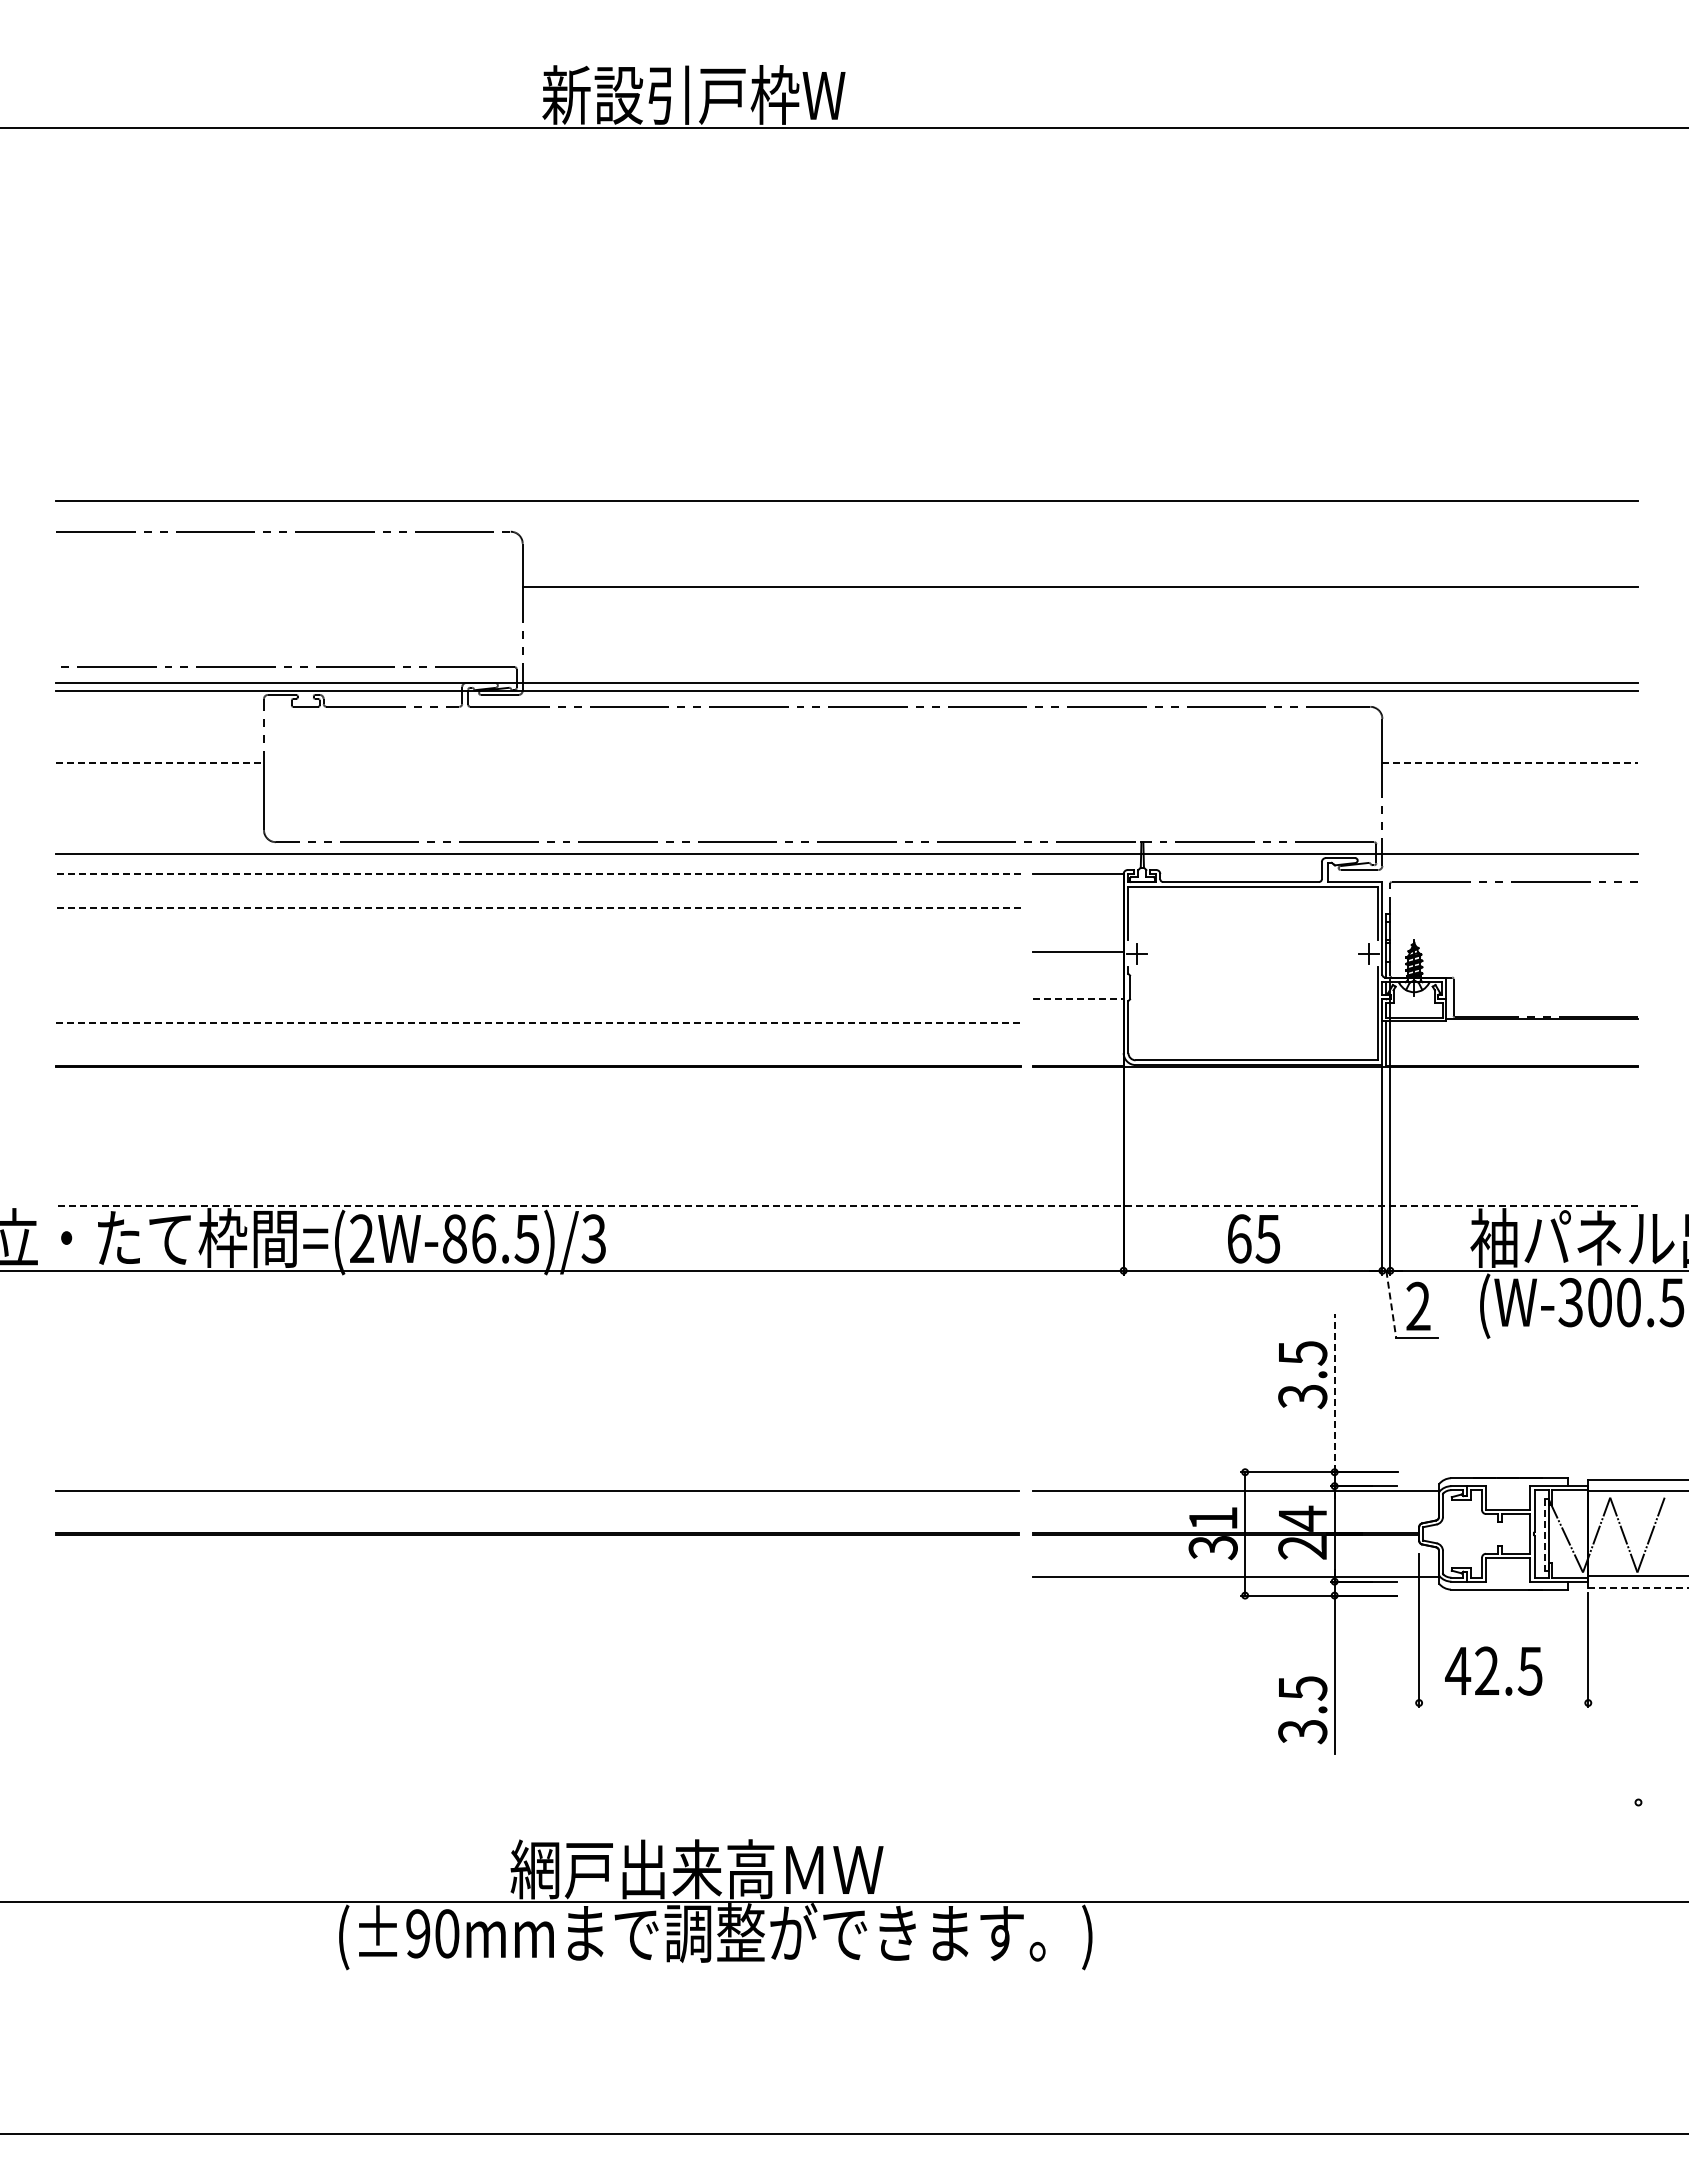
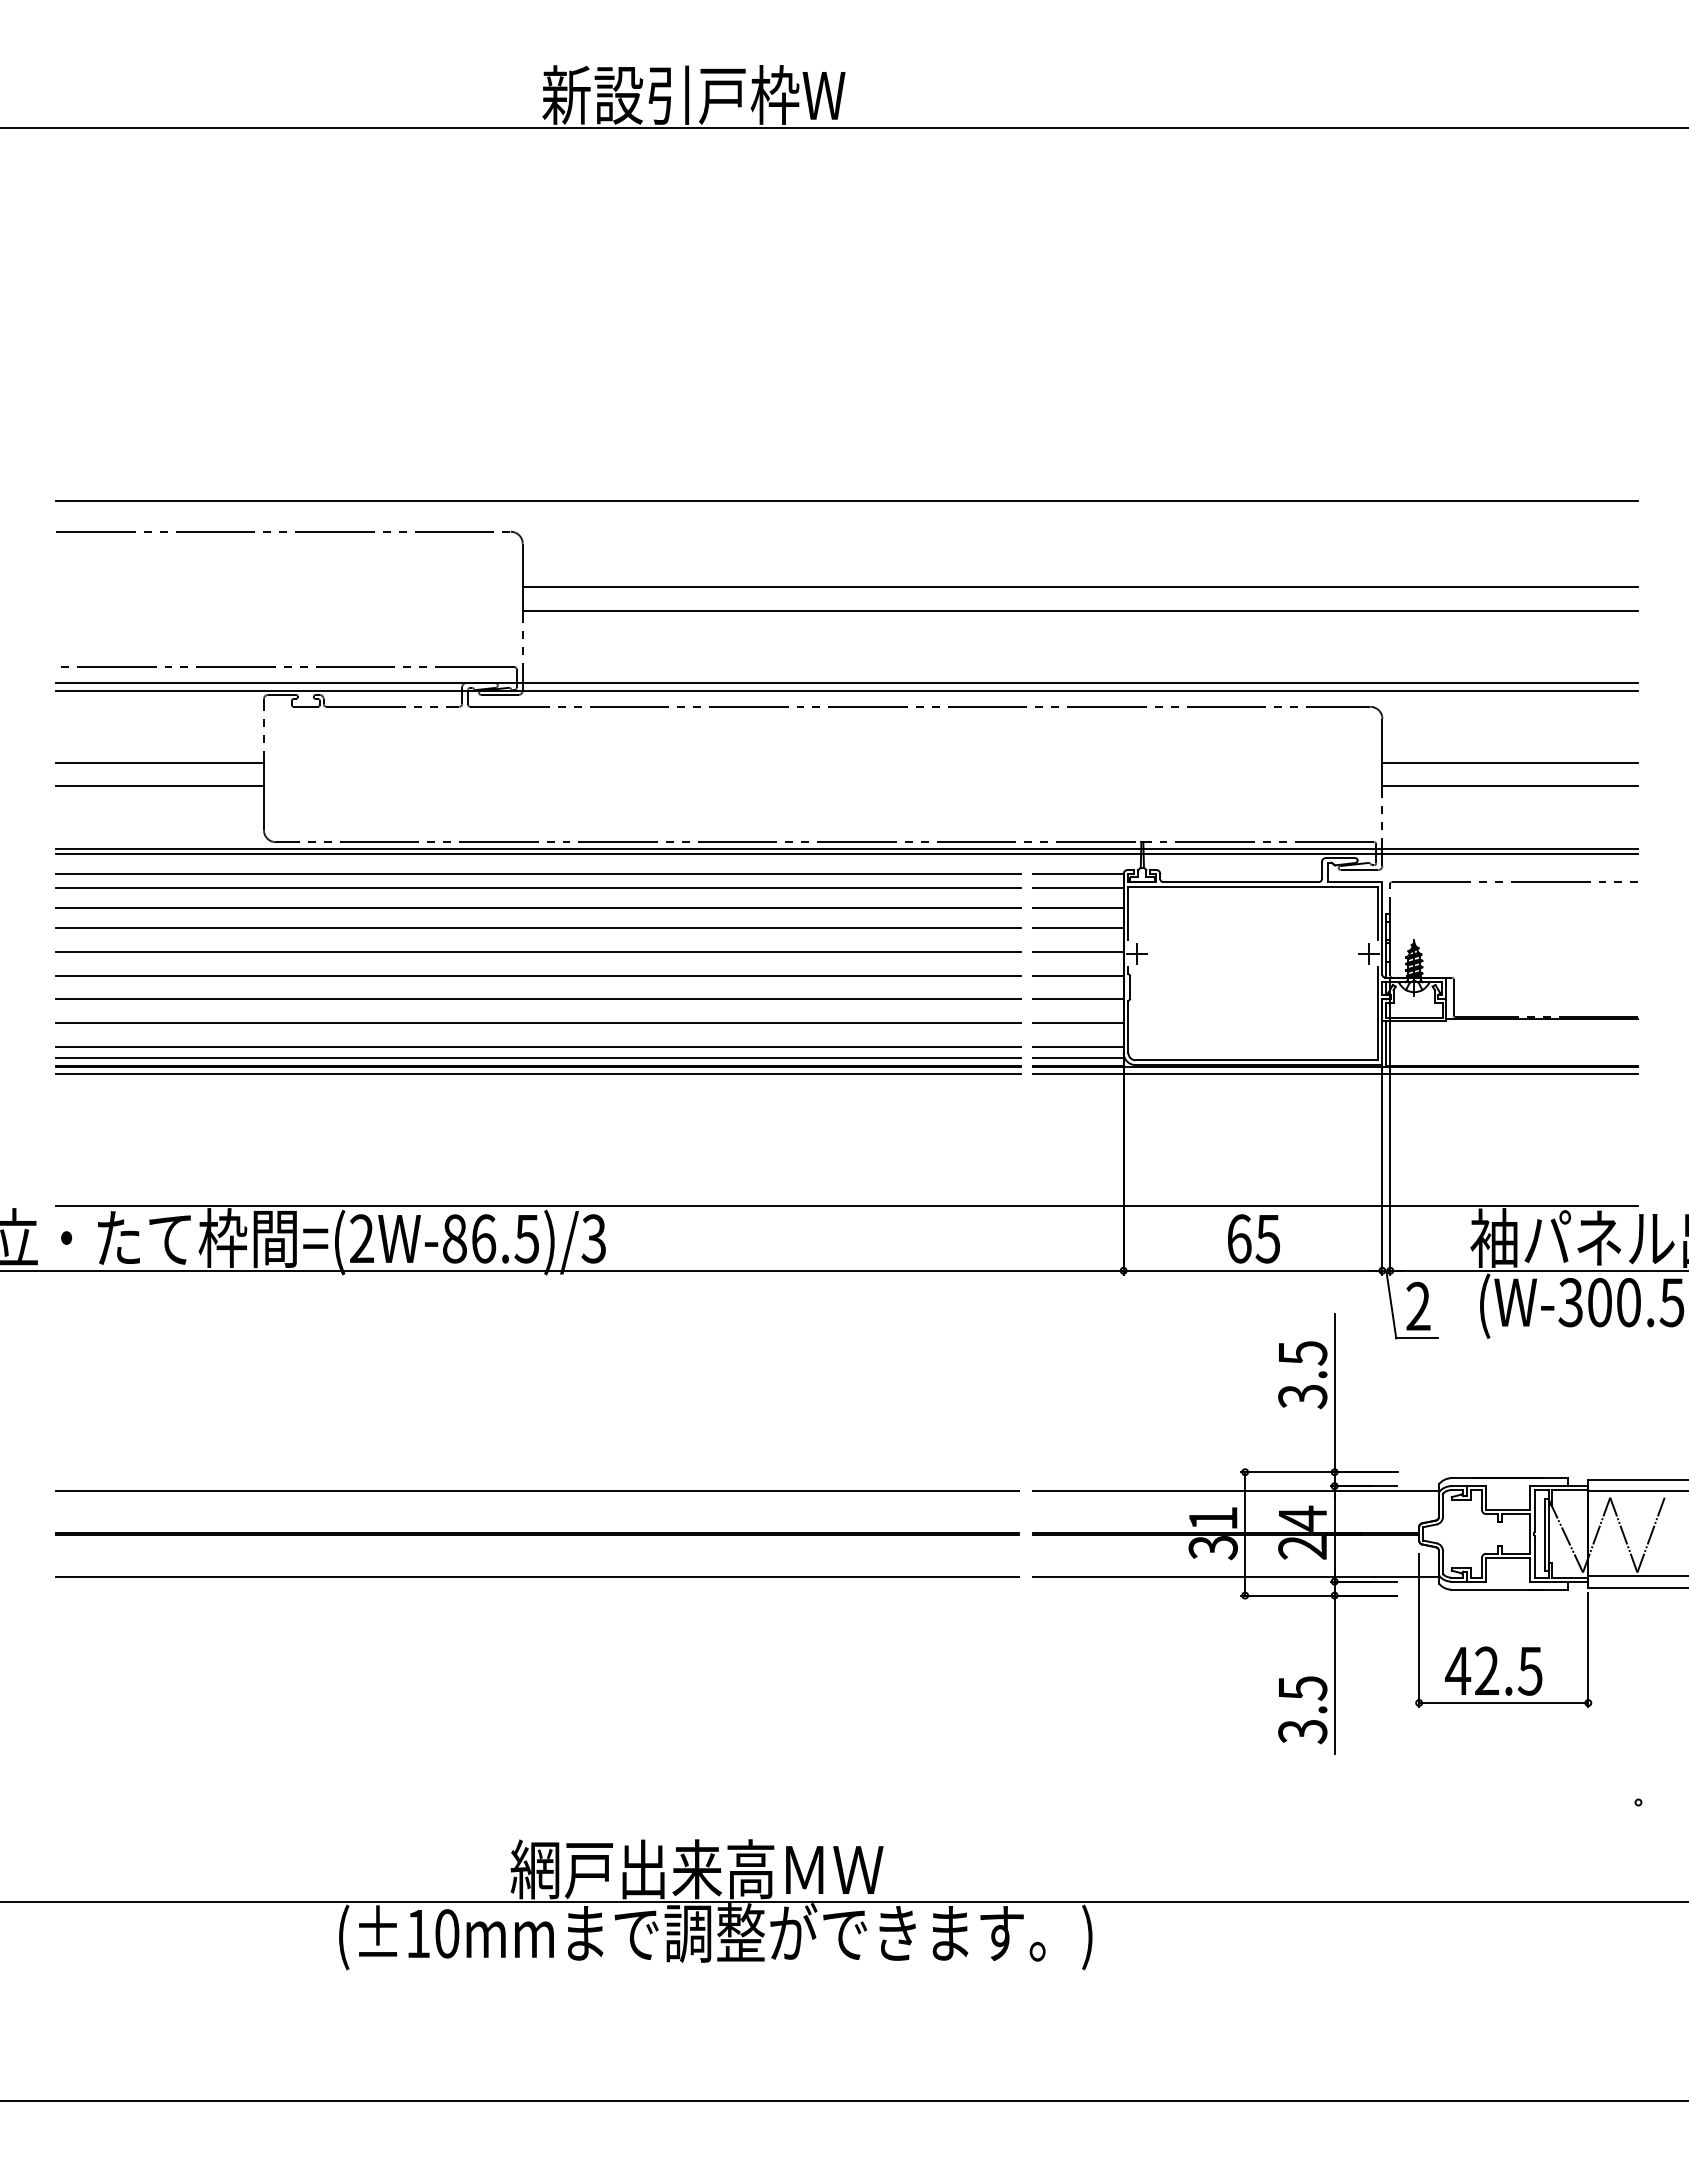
line at (1080, 611): none -> present
line at (160, 762): dashed -> solid
line at (1510, 762): dashed -> solid
line at (160, 786): none -> present
line at (1510, 786): none -> present
line at (847, 849): none -> present
line at (538, 874): dashed -> solid
line at (538, 887): none -> present
line at (1078, 887): none -> present
line at (538, 907): dashed -> solid
line at (1078, 907): none -> present
line at (538, 927): none -> present
line at (1078, 927): none -> present
line at (538, 951): none -> present
line at (538, 975): none -> present
line at (1078, 975): none -> present
line at (538, 999): none -> present
line at (1079, 999): dashed -> solid
line at (539, 1023): dashed -> solid
line at (1078, 1023): none -> present
line at (538, 1047): none -> present
line at (1078, 1047): none -> present
line at (538, 1058): none -> present
line at (1078, 1058): none -> present
line at (538, 1074): none -> present
line at (1335, 1074): none -> present
line at (847, 1205): dashed -> solid
line at (1391, 1305): dashed -> solid
line at (1334, 1392): dashed -> solid
line at (1544, 1535): dashed -> solid
line at (537, 1576): none -> present
line at (1638, 1587): dashed -> solid
line at (1503, 1703): none -> present
text at (418, 1933): (±90mm -> (±10mm
line at (843, 2134) position: (843, 2134) -> (843, 2101)
